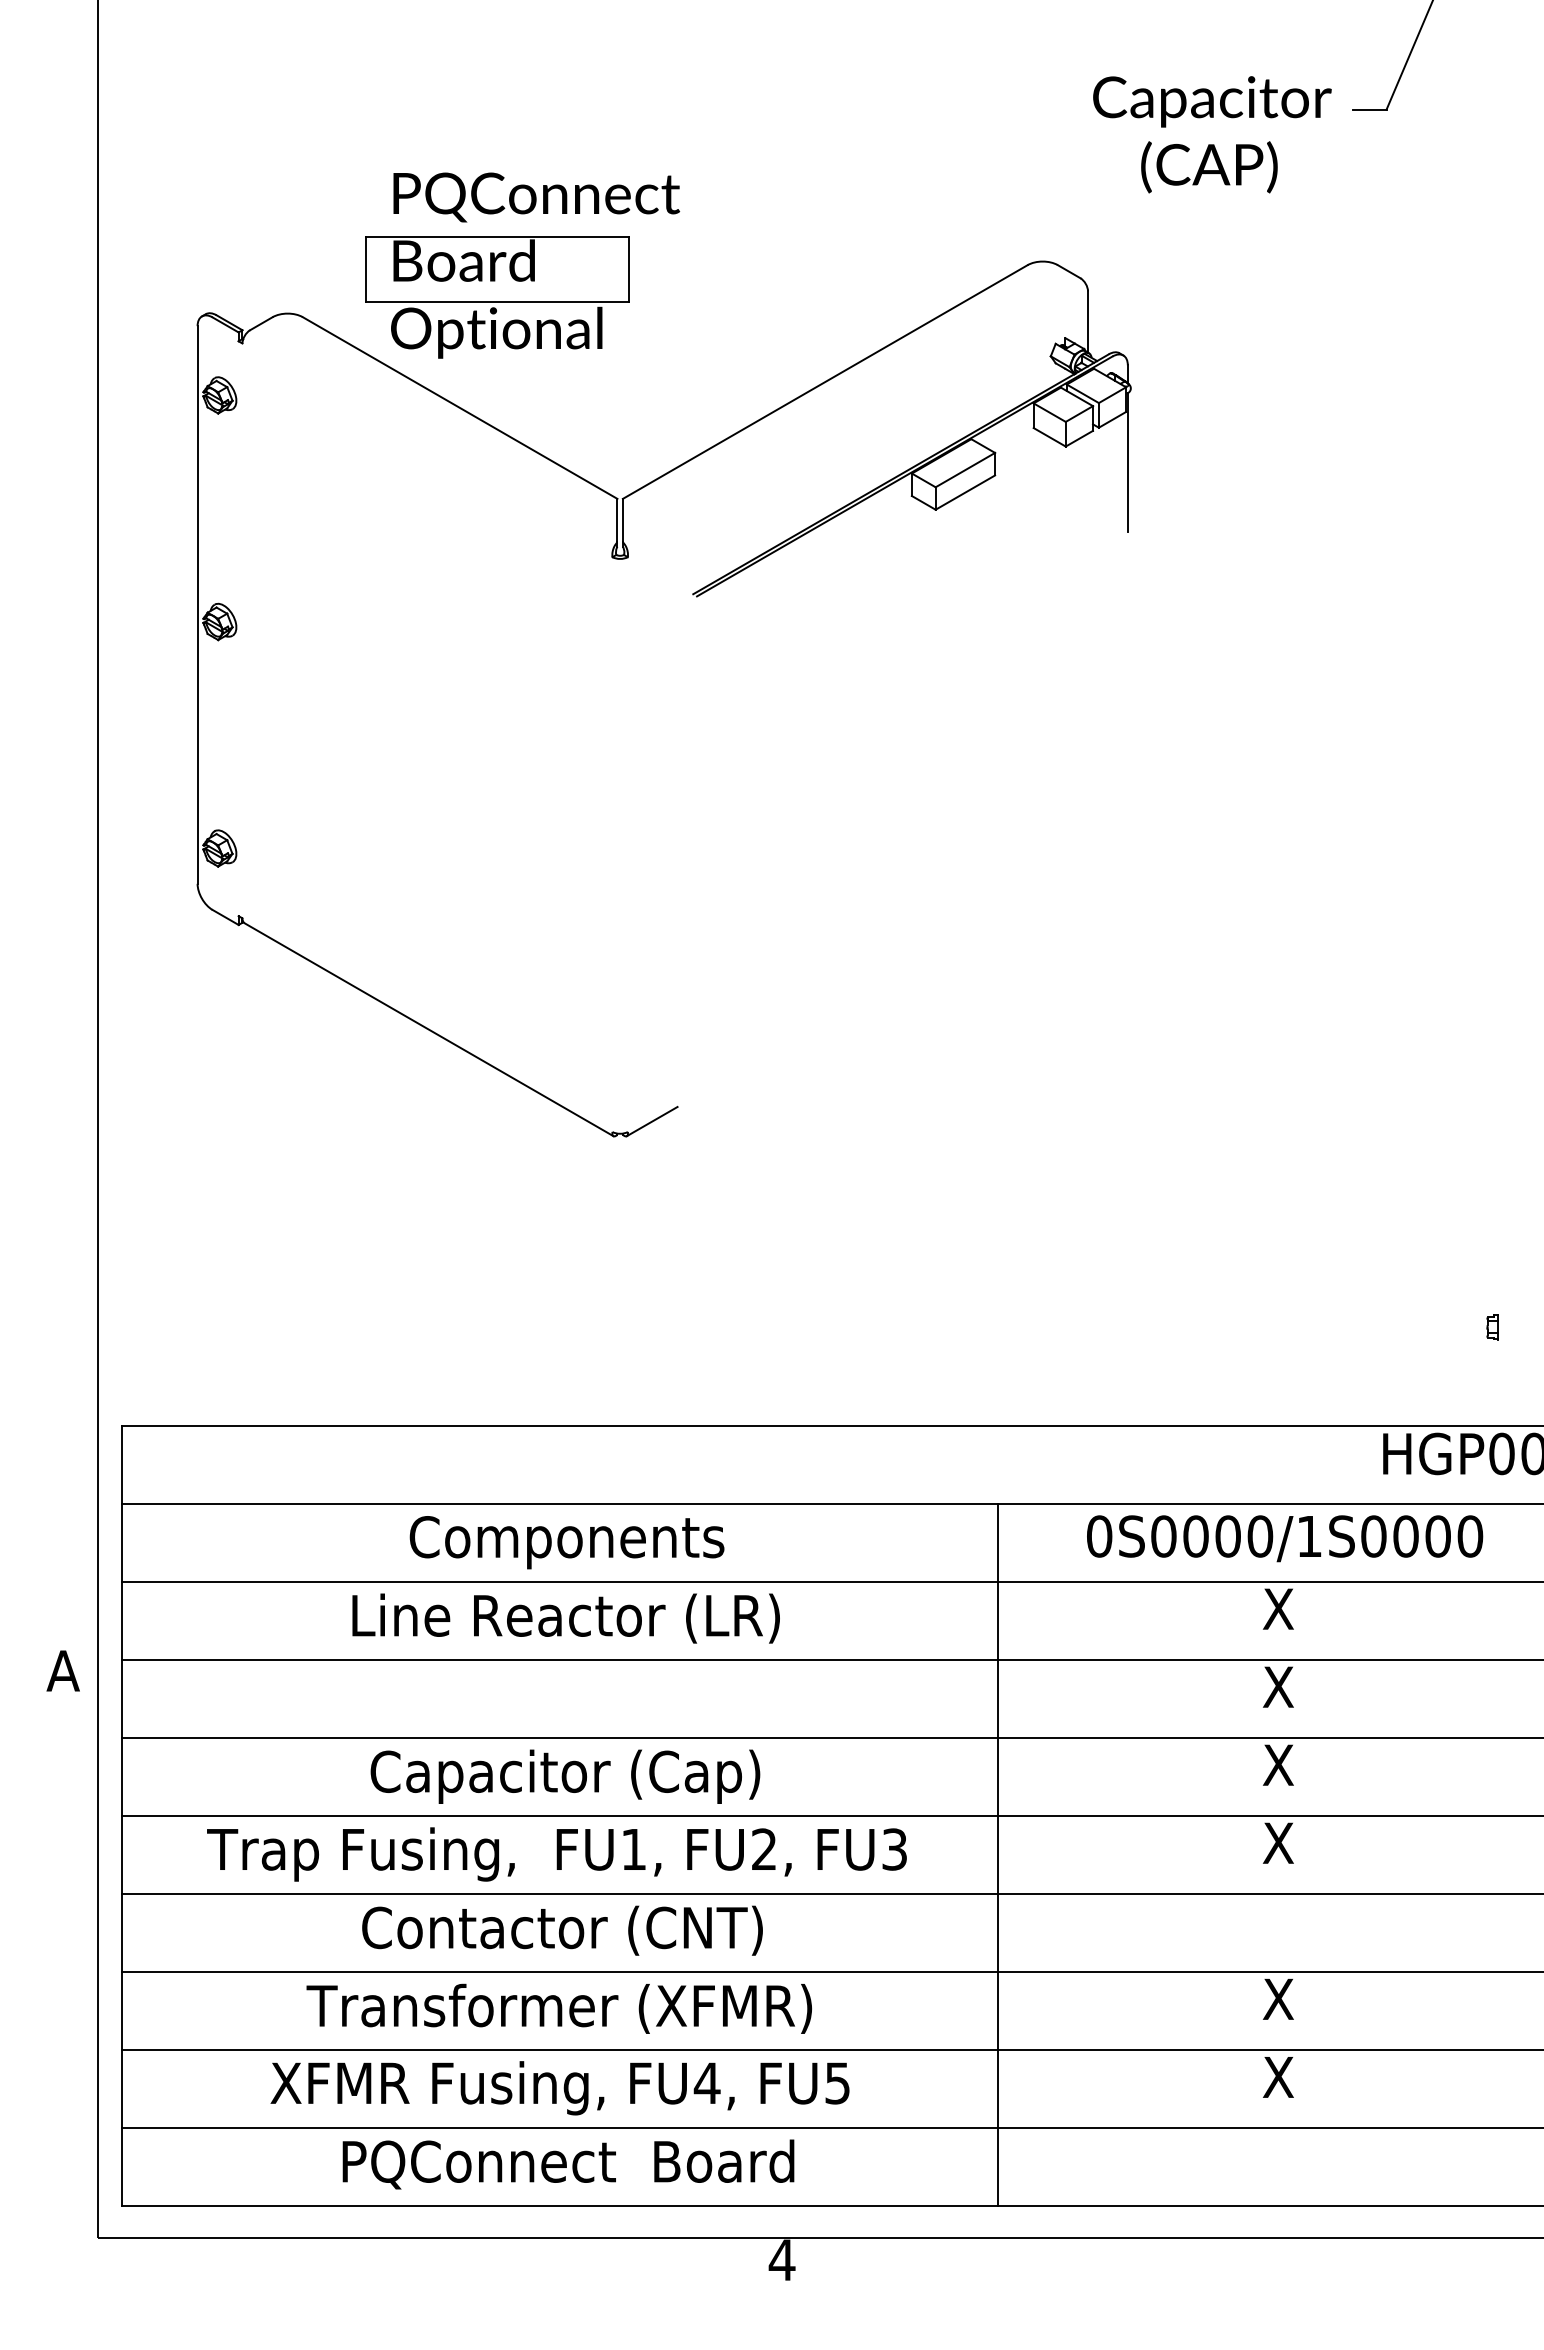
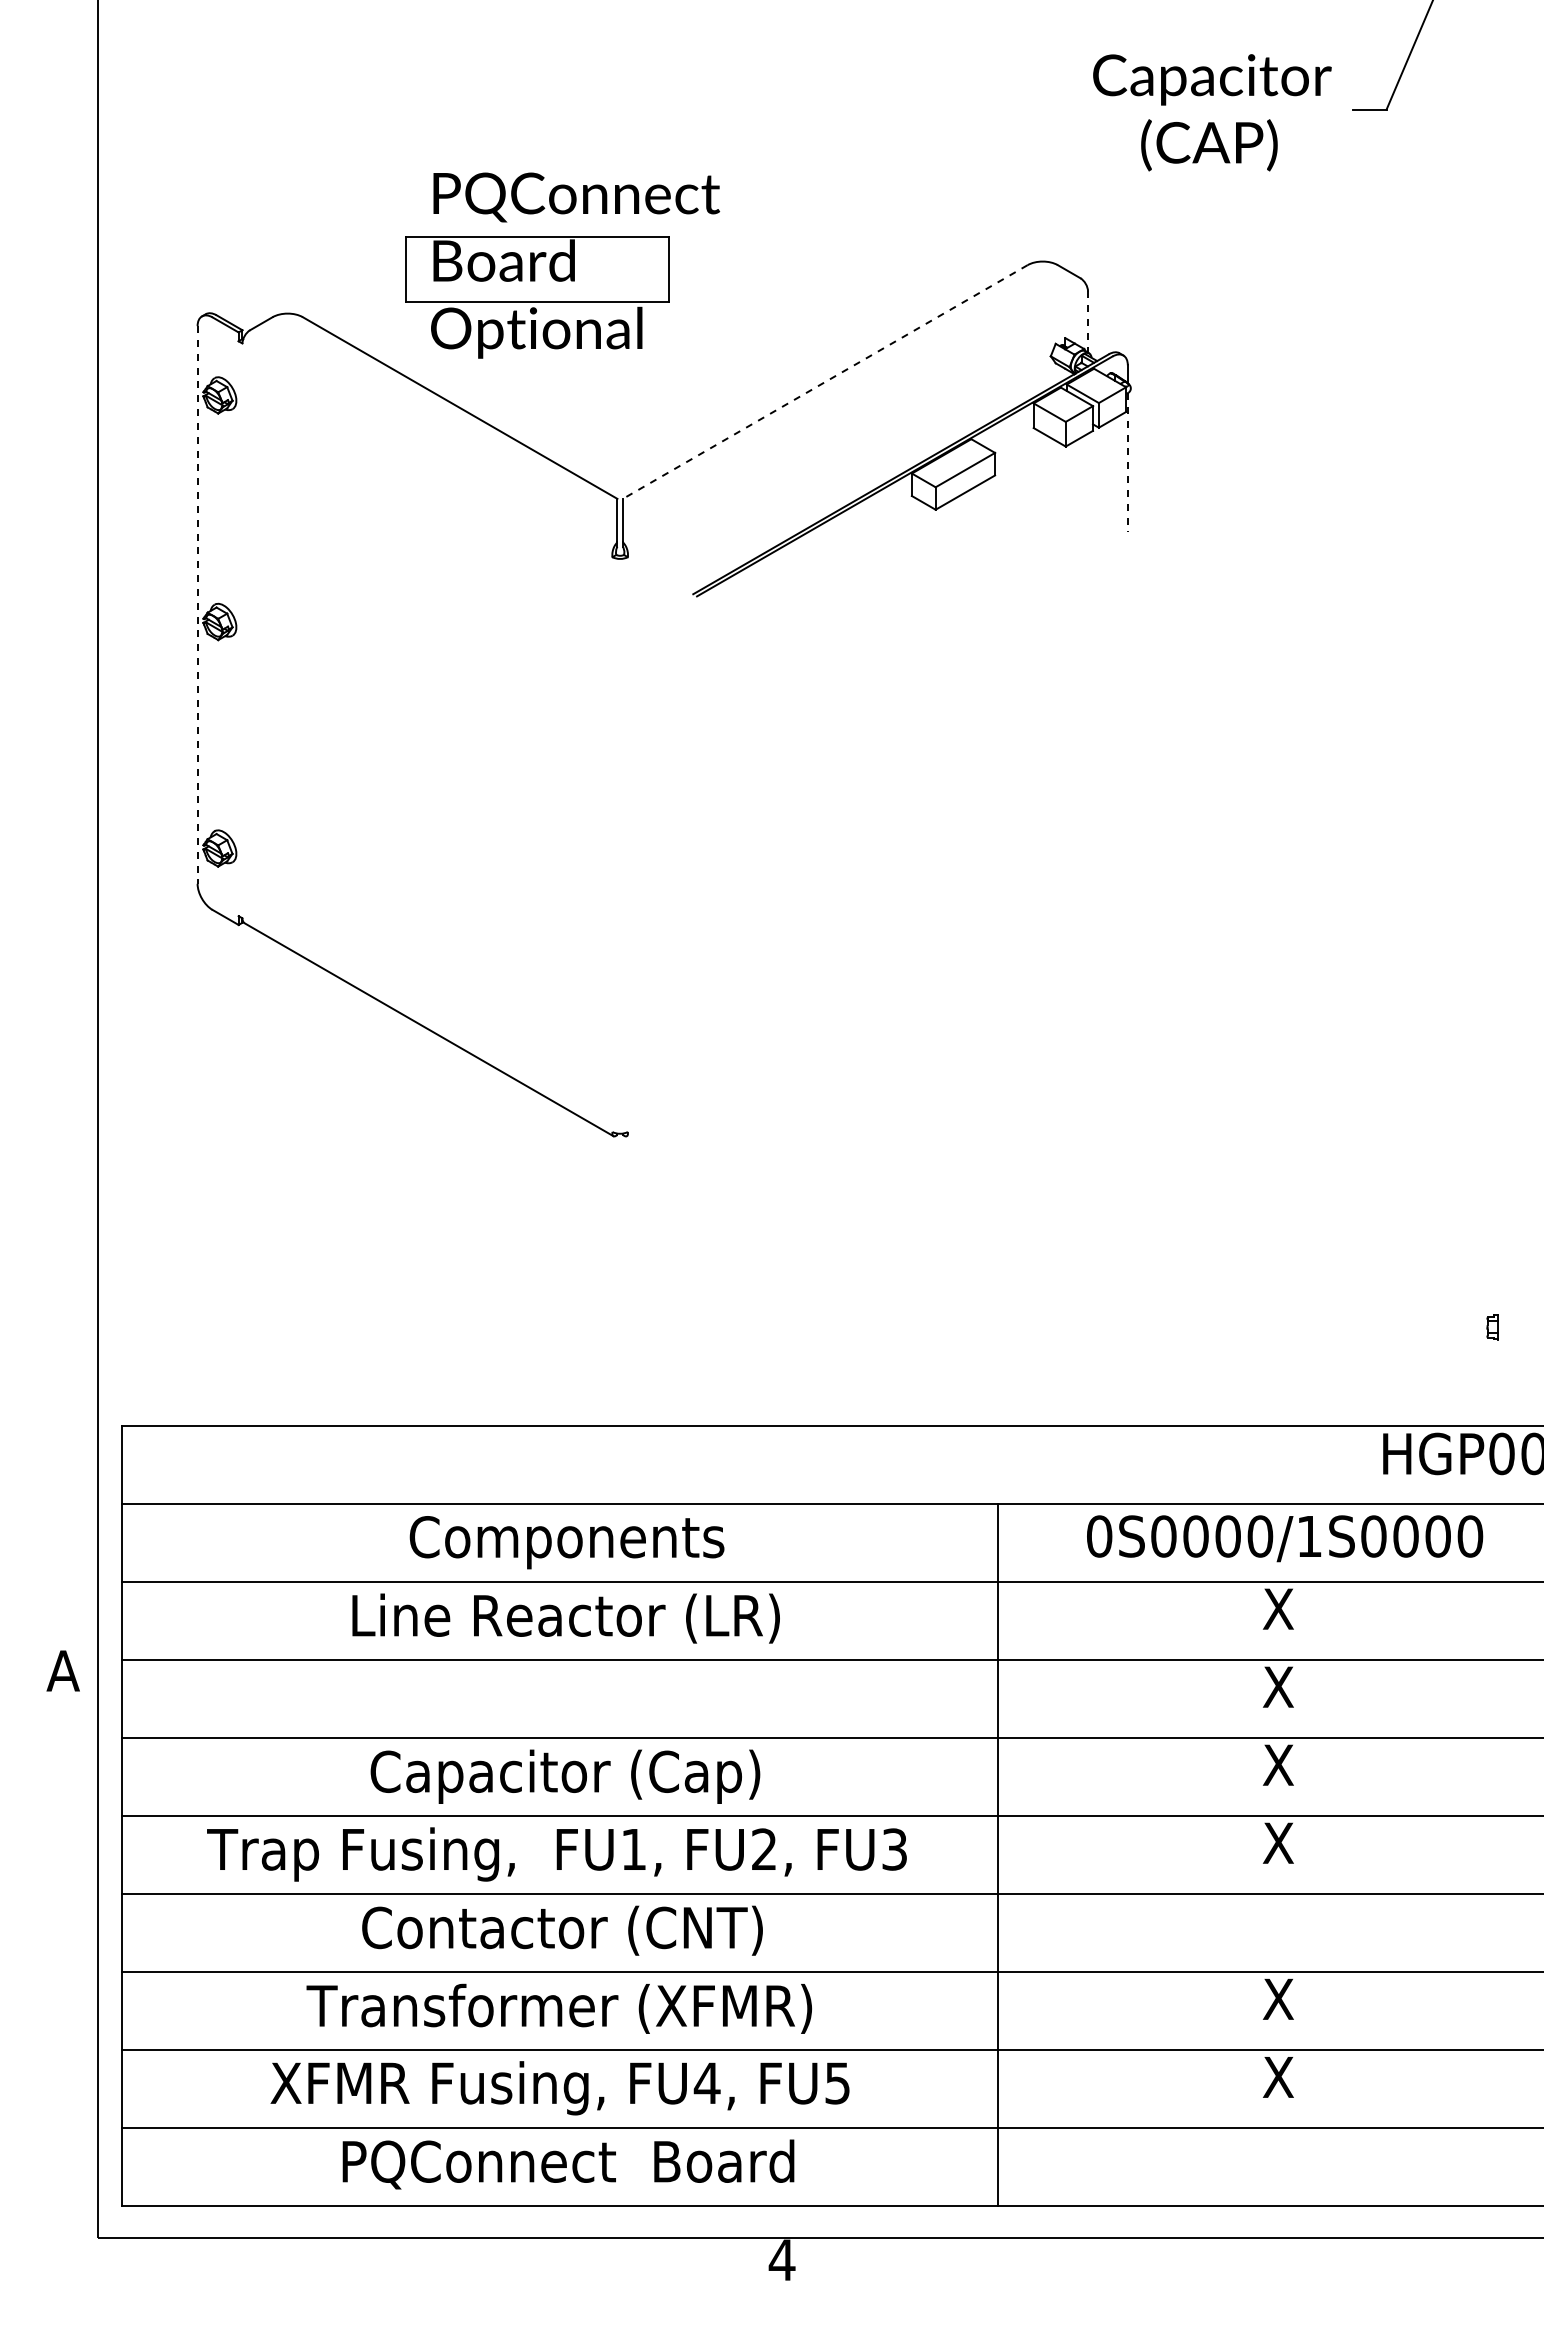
text at (1212, 134) position: (1212, 134) -> (1212, 112)
part at (522, 265) position: (522, 265) -> (562, 265)
line at (1088, 322): solid -> dashed
line at (825, 382): solid -> dashed
line at (1127, 462): solid -> dashed
line at (197, 605): solid -> dashed
line at (651, 1121): present -> none
